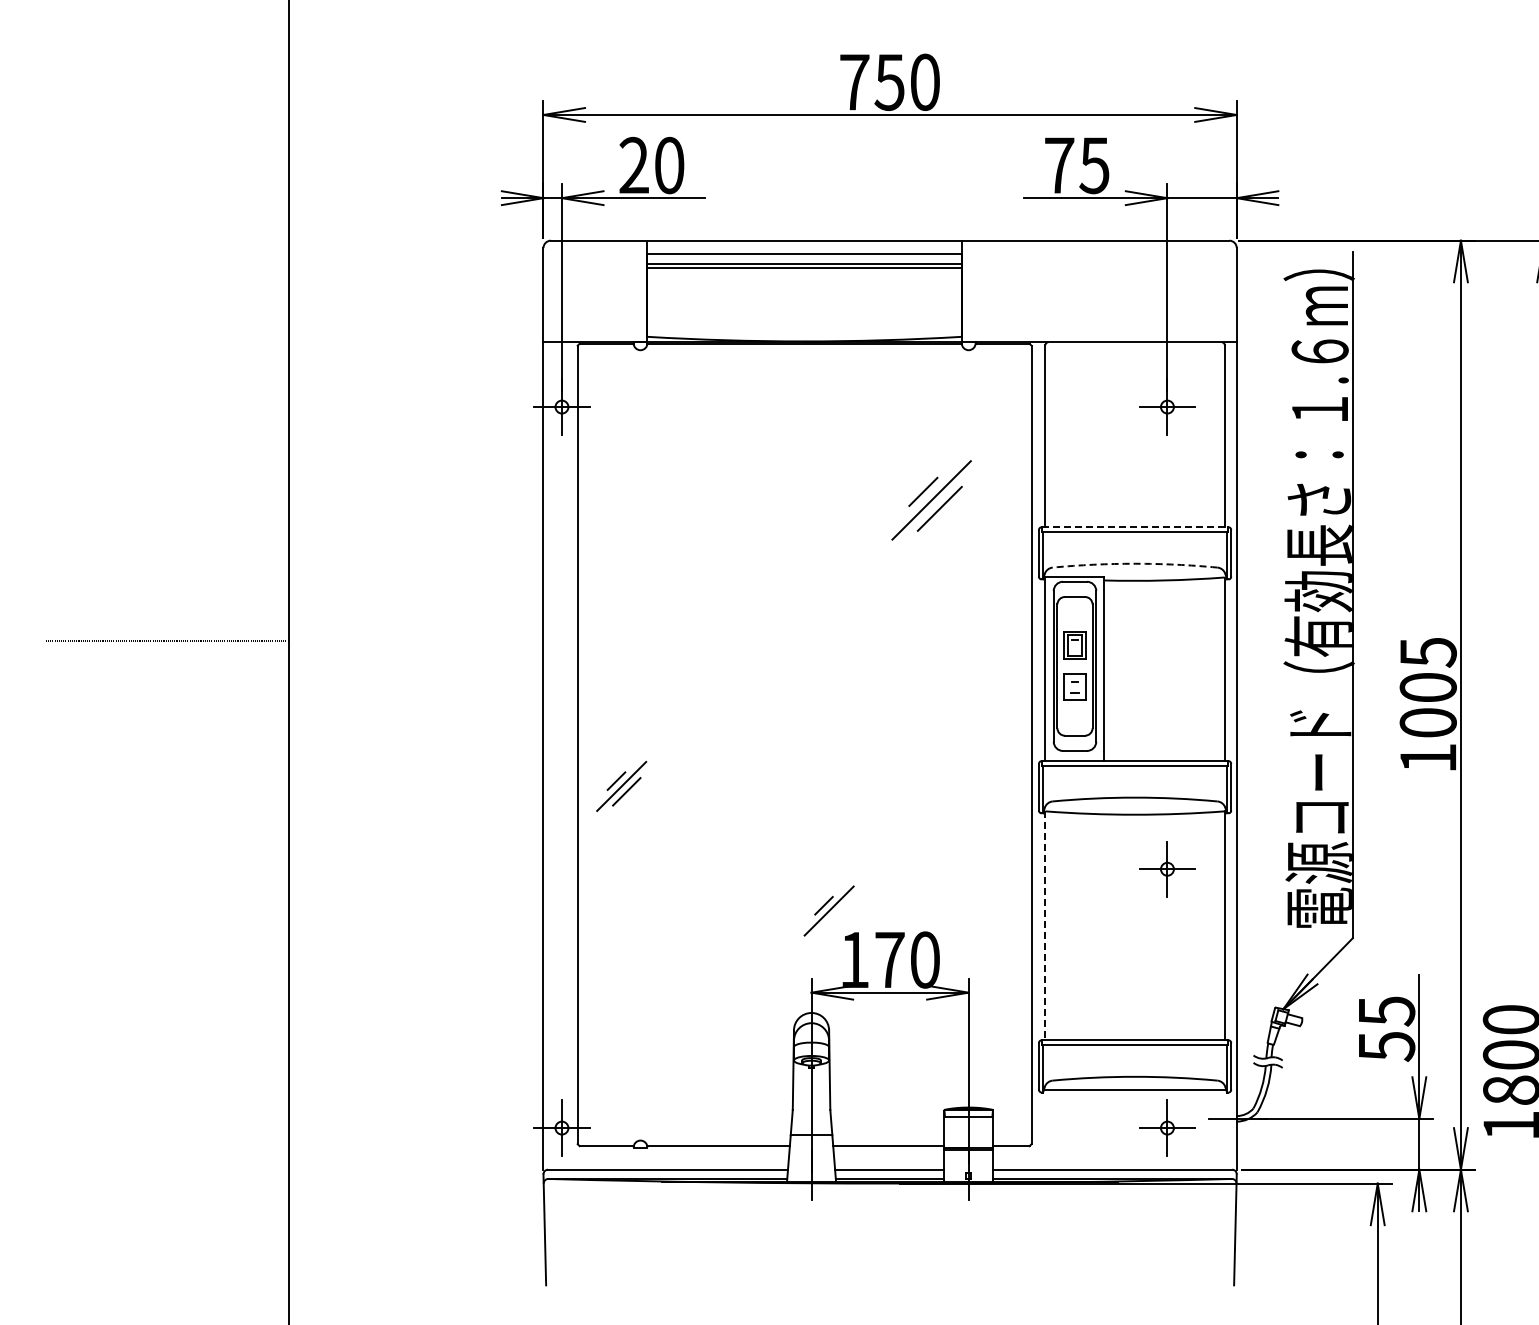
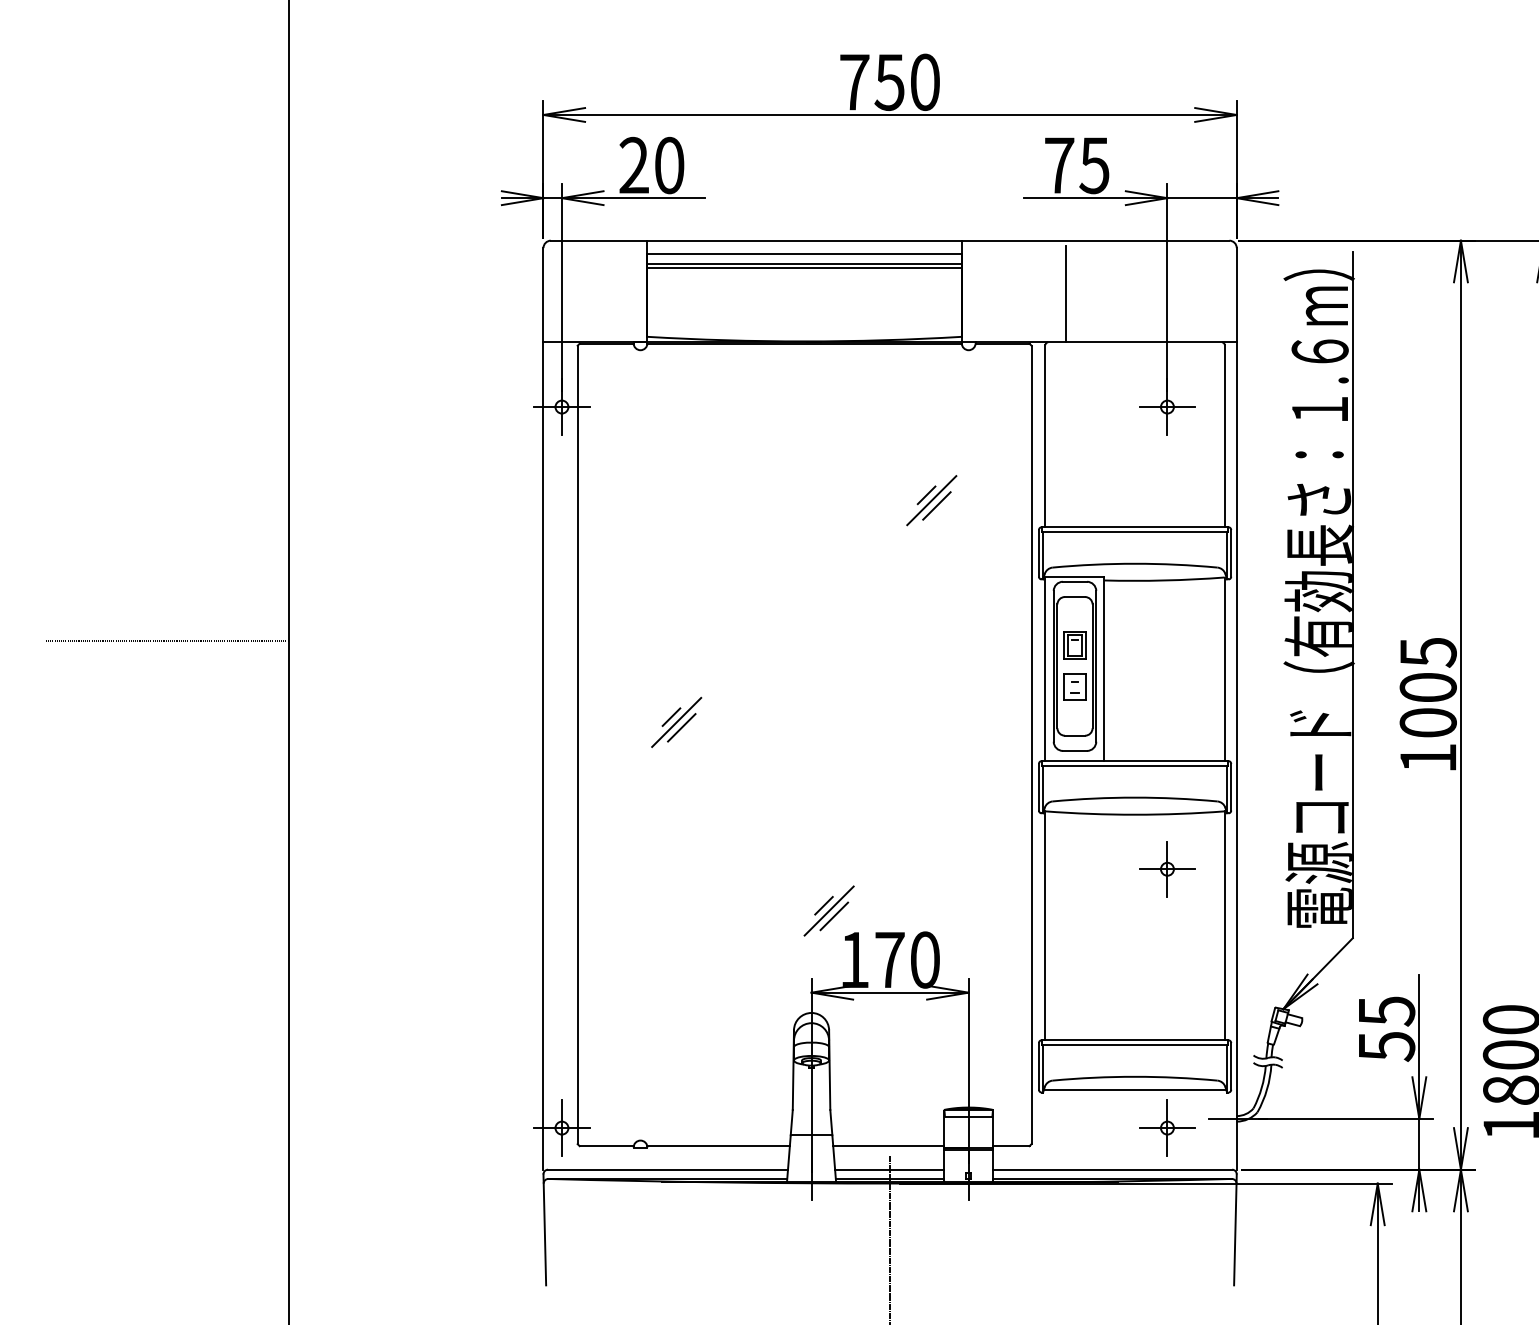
line at (1065, 294): none -> present
part at (931, 500) size: 81x81 px -> 52x52 px
line at (1135, 527): dashed -> solid
arc at (1135, 563): dashed -> solid
part at (621, 785) position: (621, 785) -> (676, 721)
line at (834, 916): none -> present
line at (1045, 926): dashed -> solid
line at (890, 1238): none -> present
